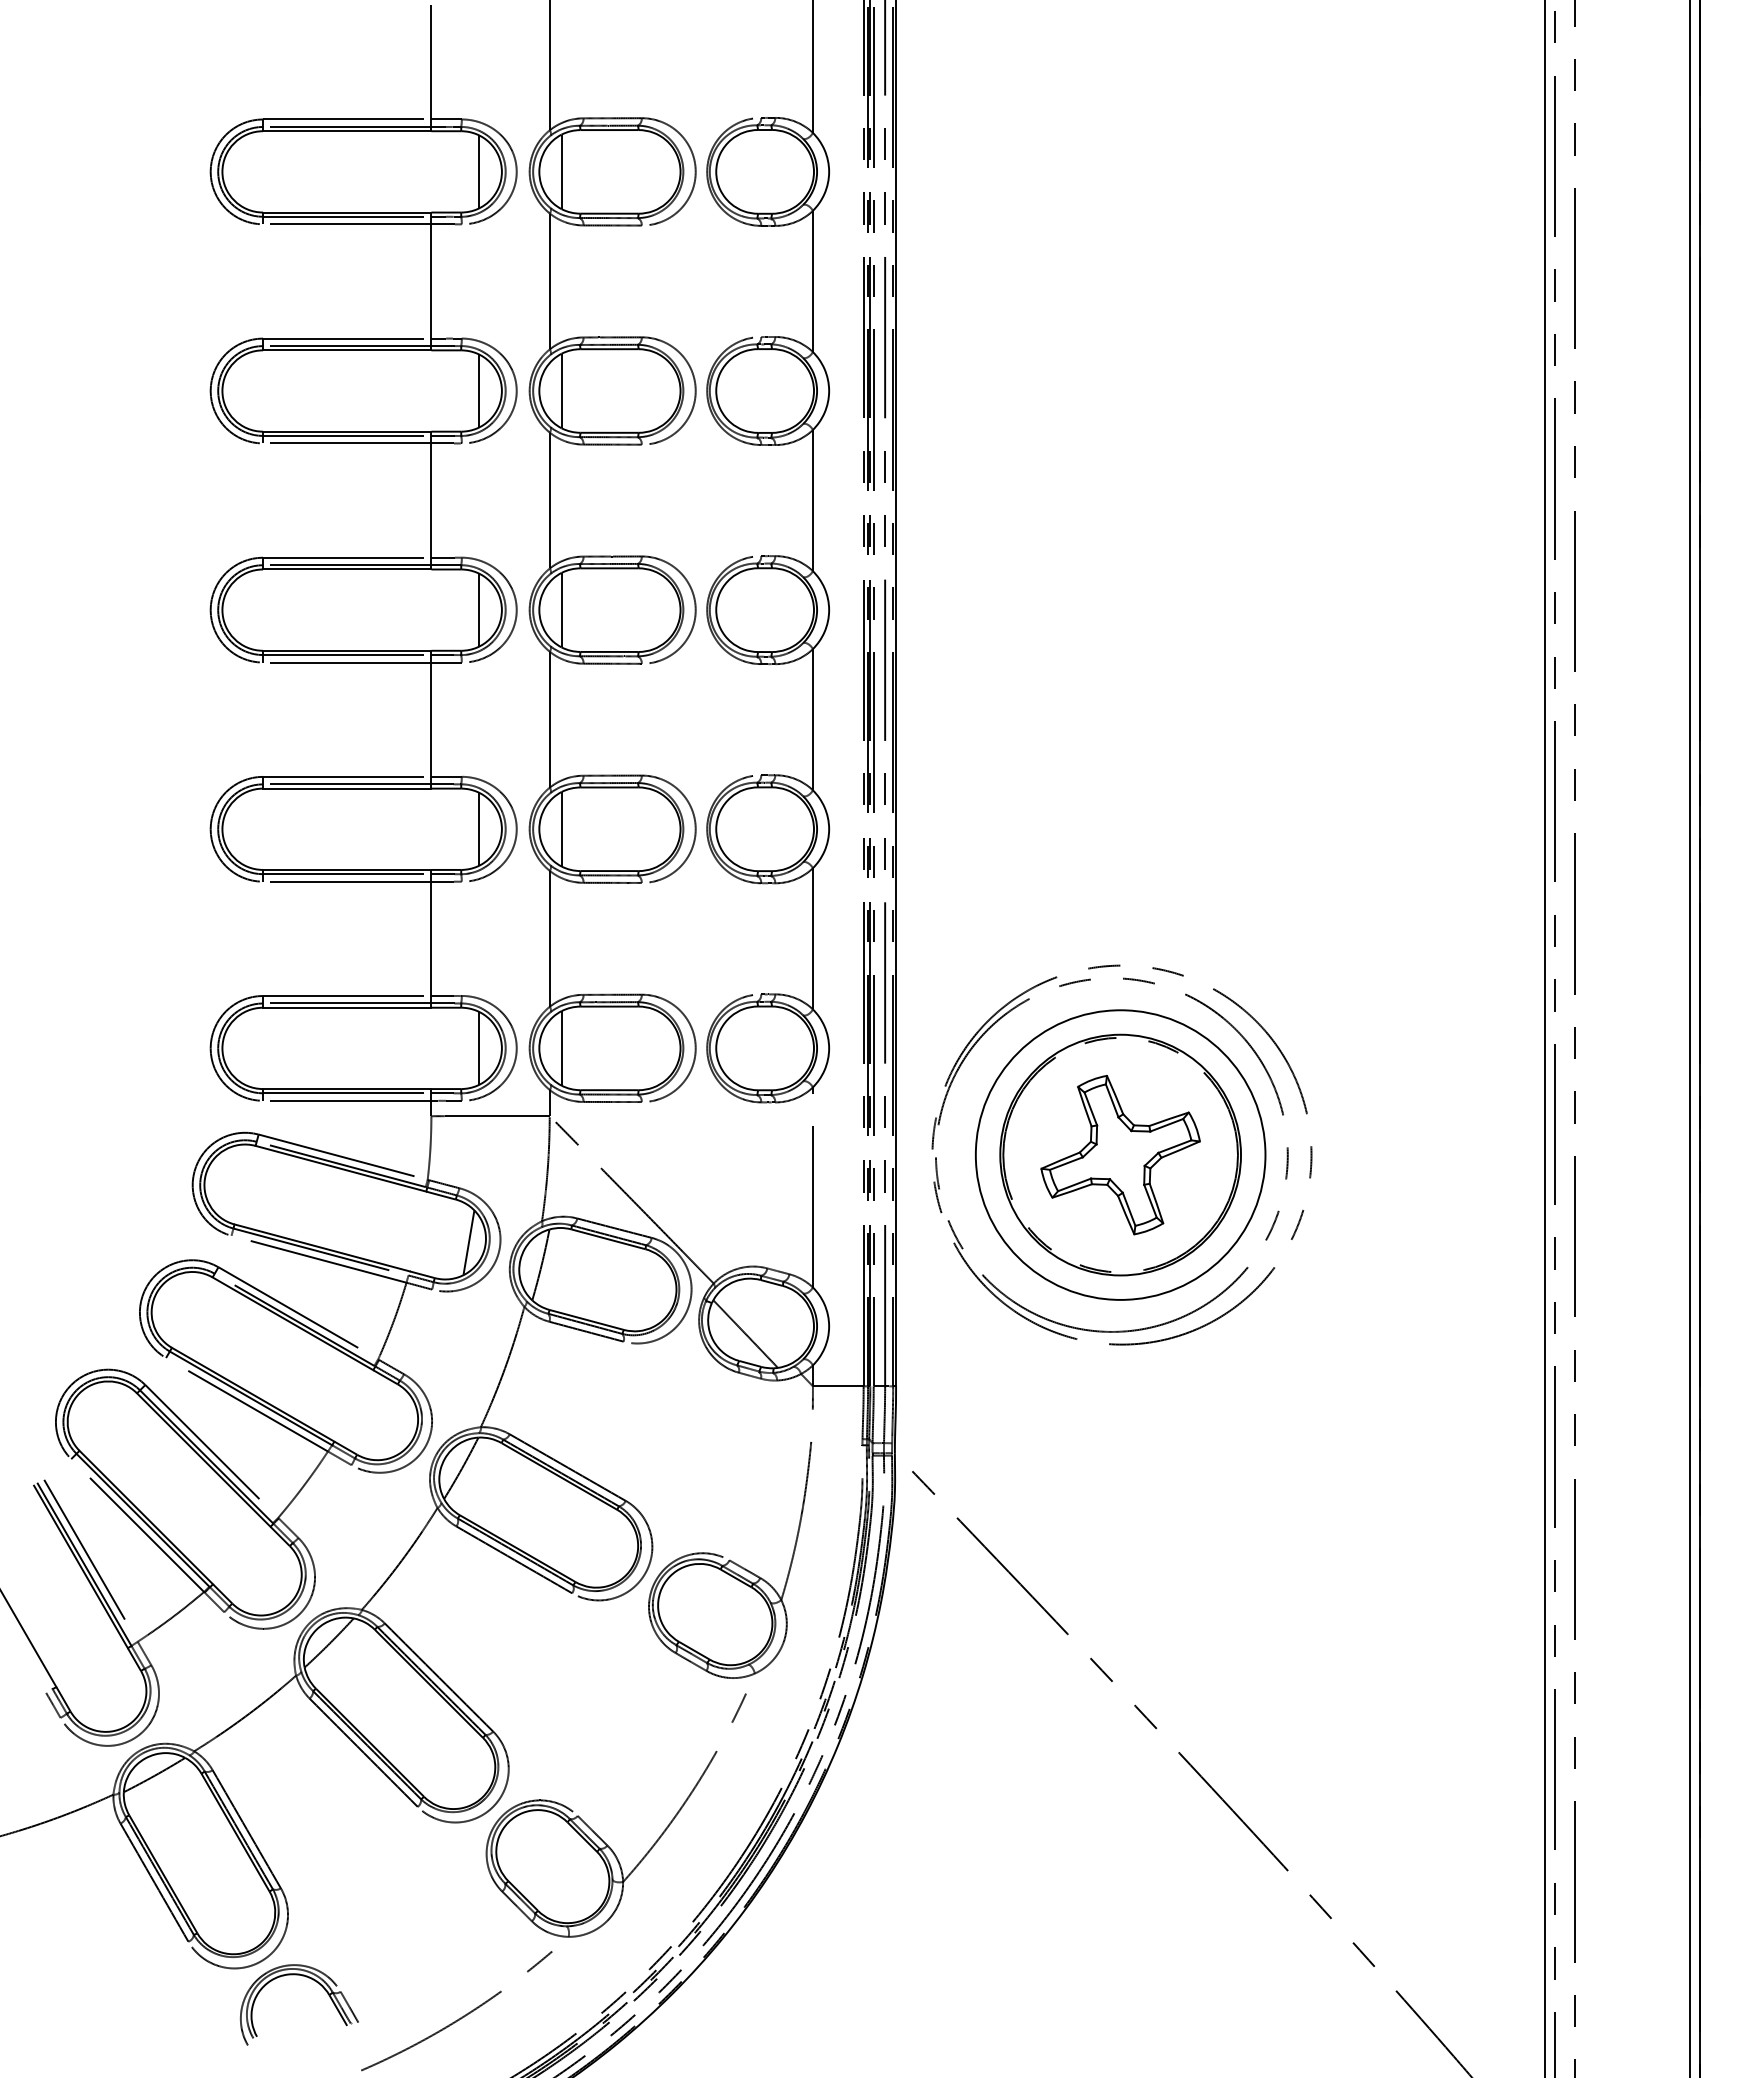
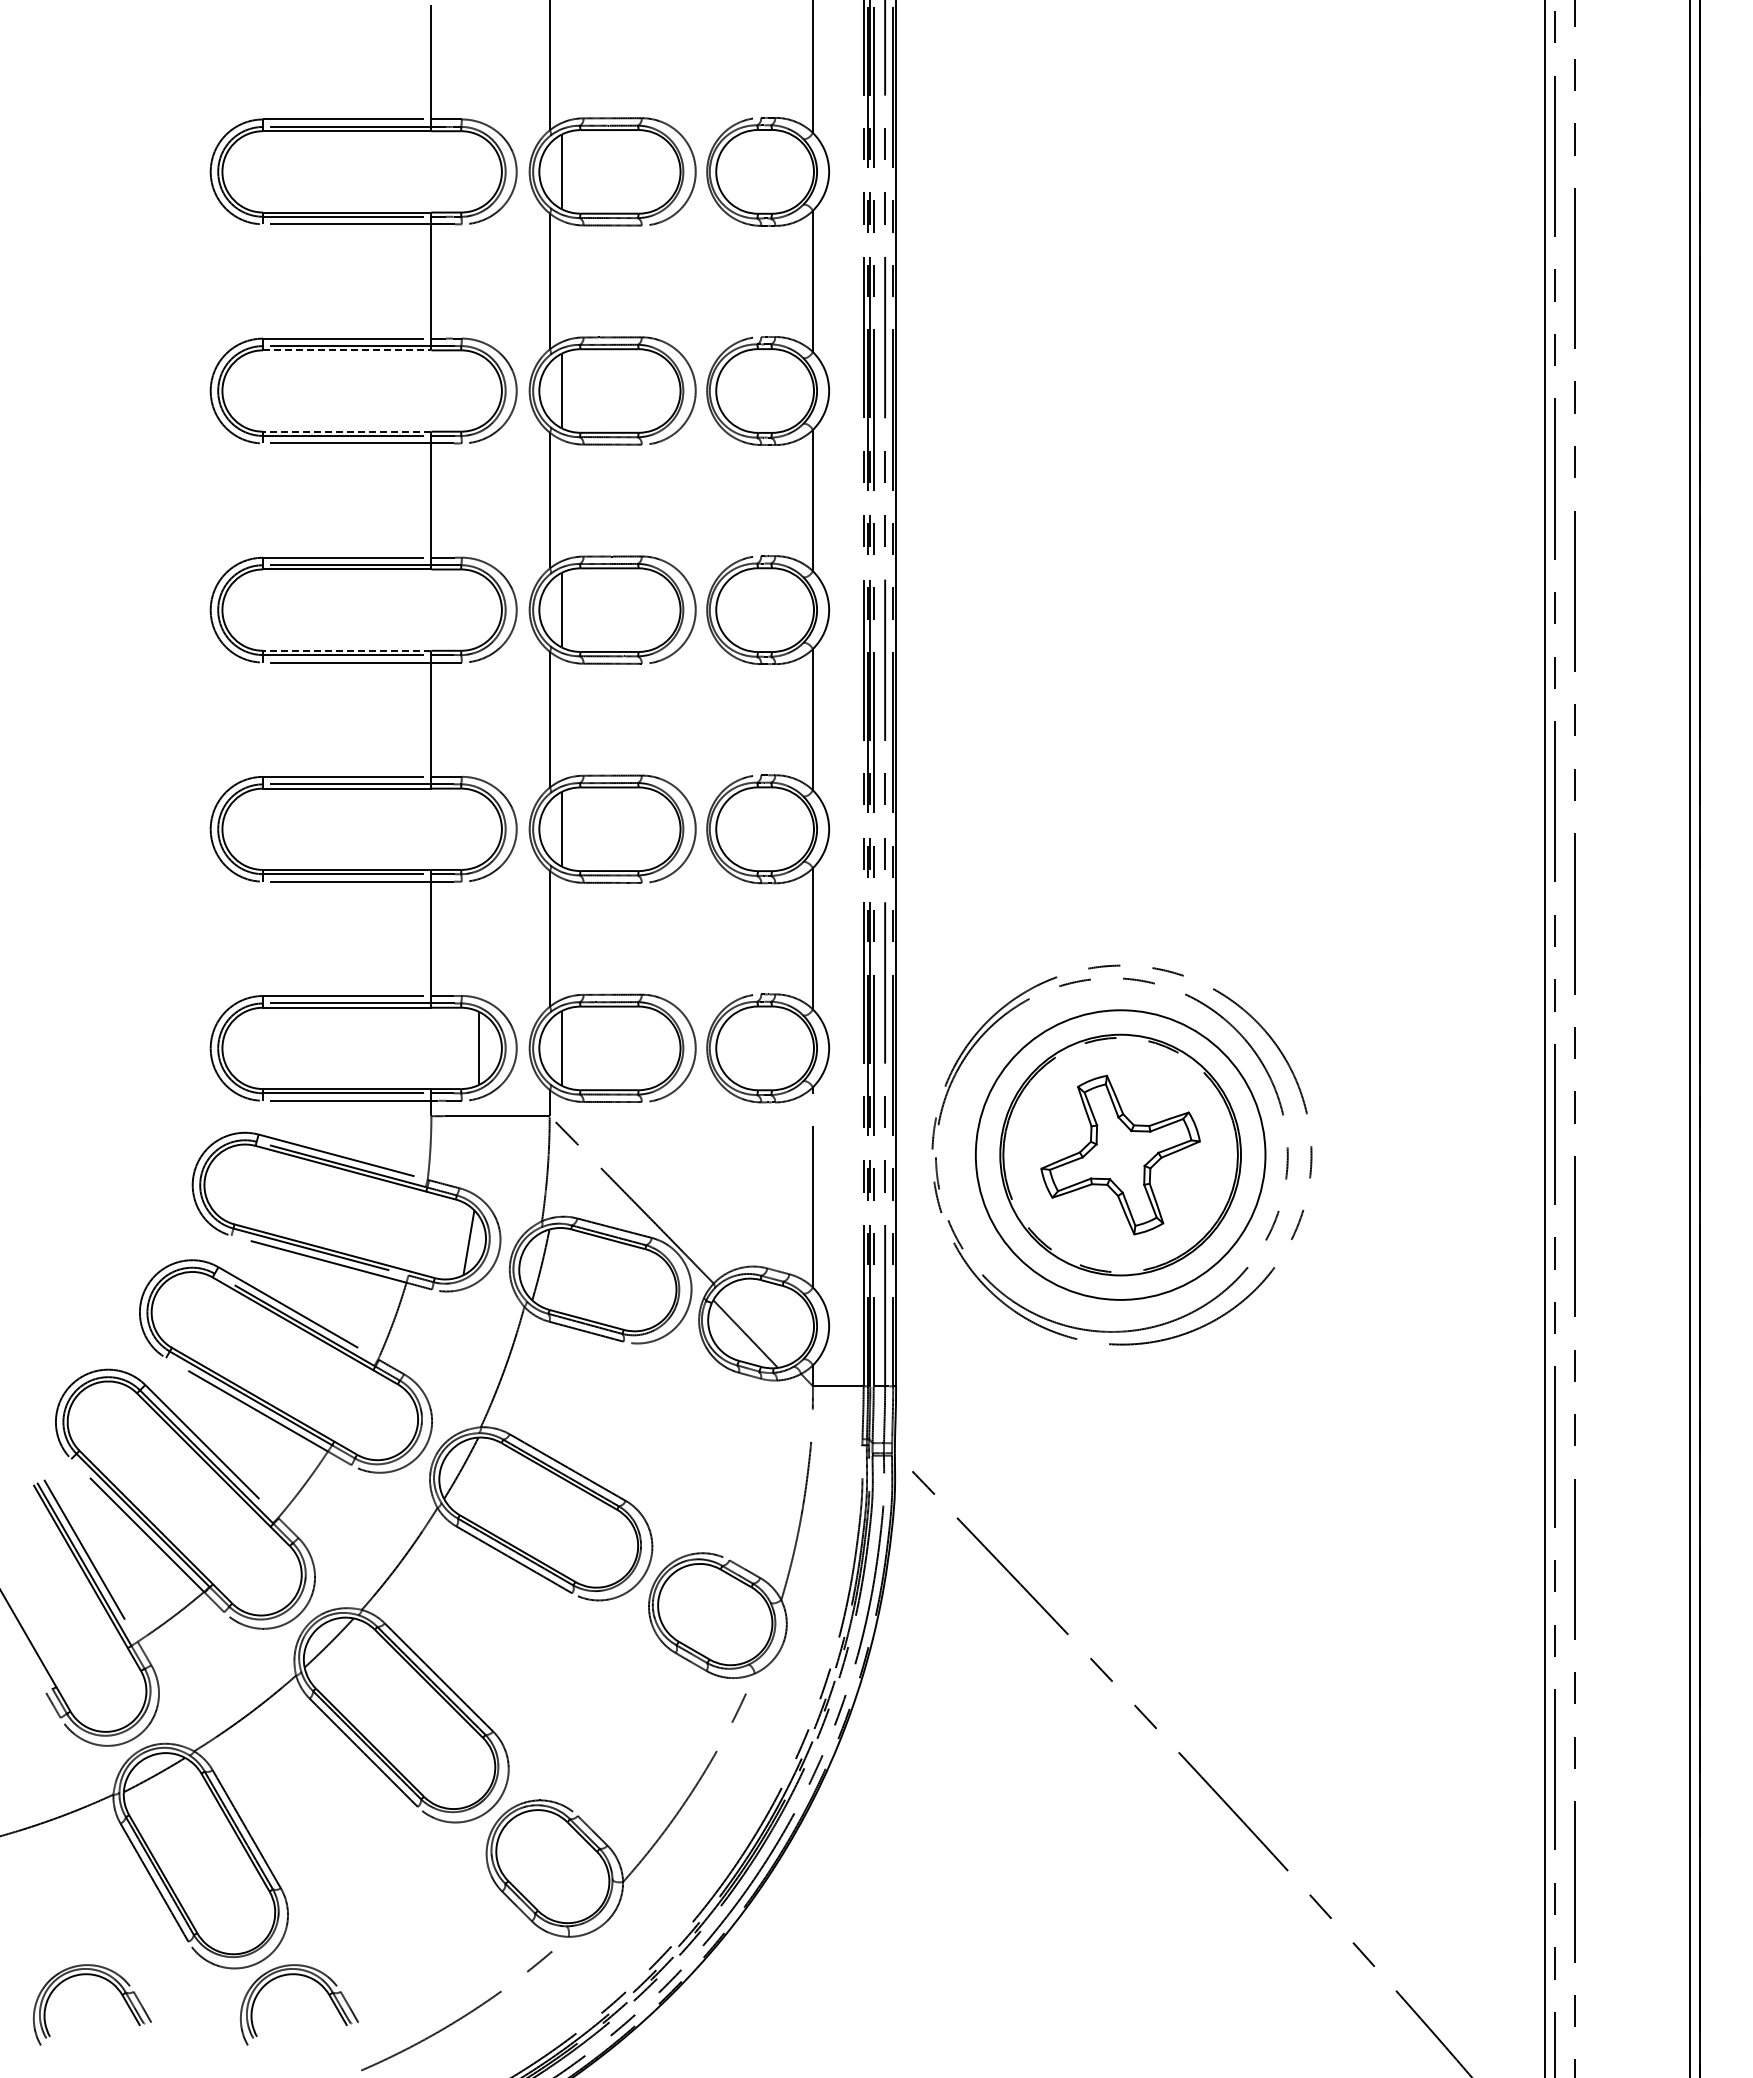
line at (478, 171): present -> none
line at (347, 350): solid -> dashed
line at (478, 390): present -> none
line at (346, 431): solid -> dashed
line at (478, 609): present -> none
line at (346, 650): solid -> dashed
line at (478, 829): present -> none
part at (107, 1981): none -> present
